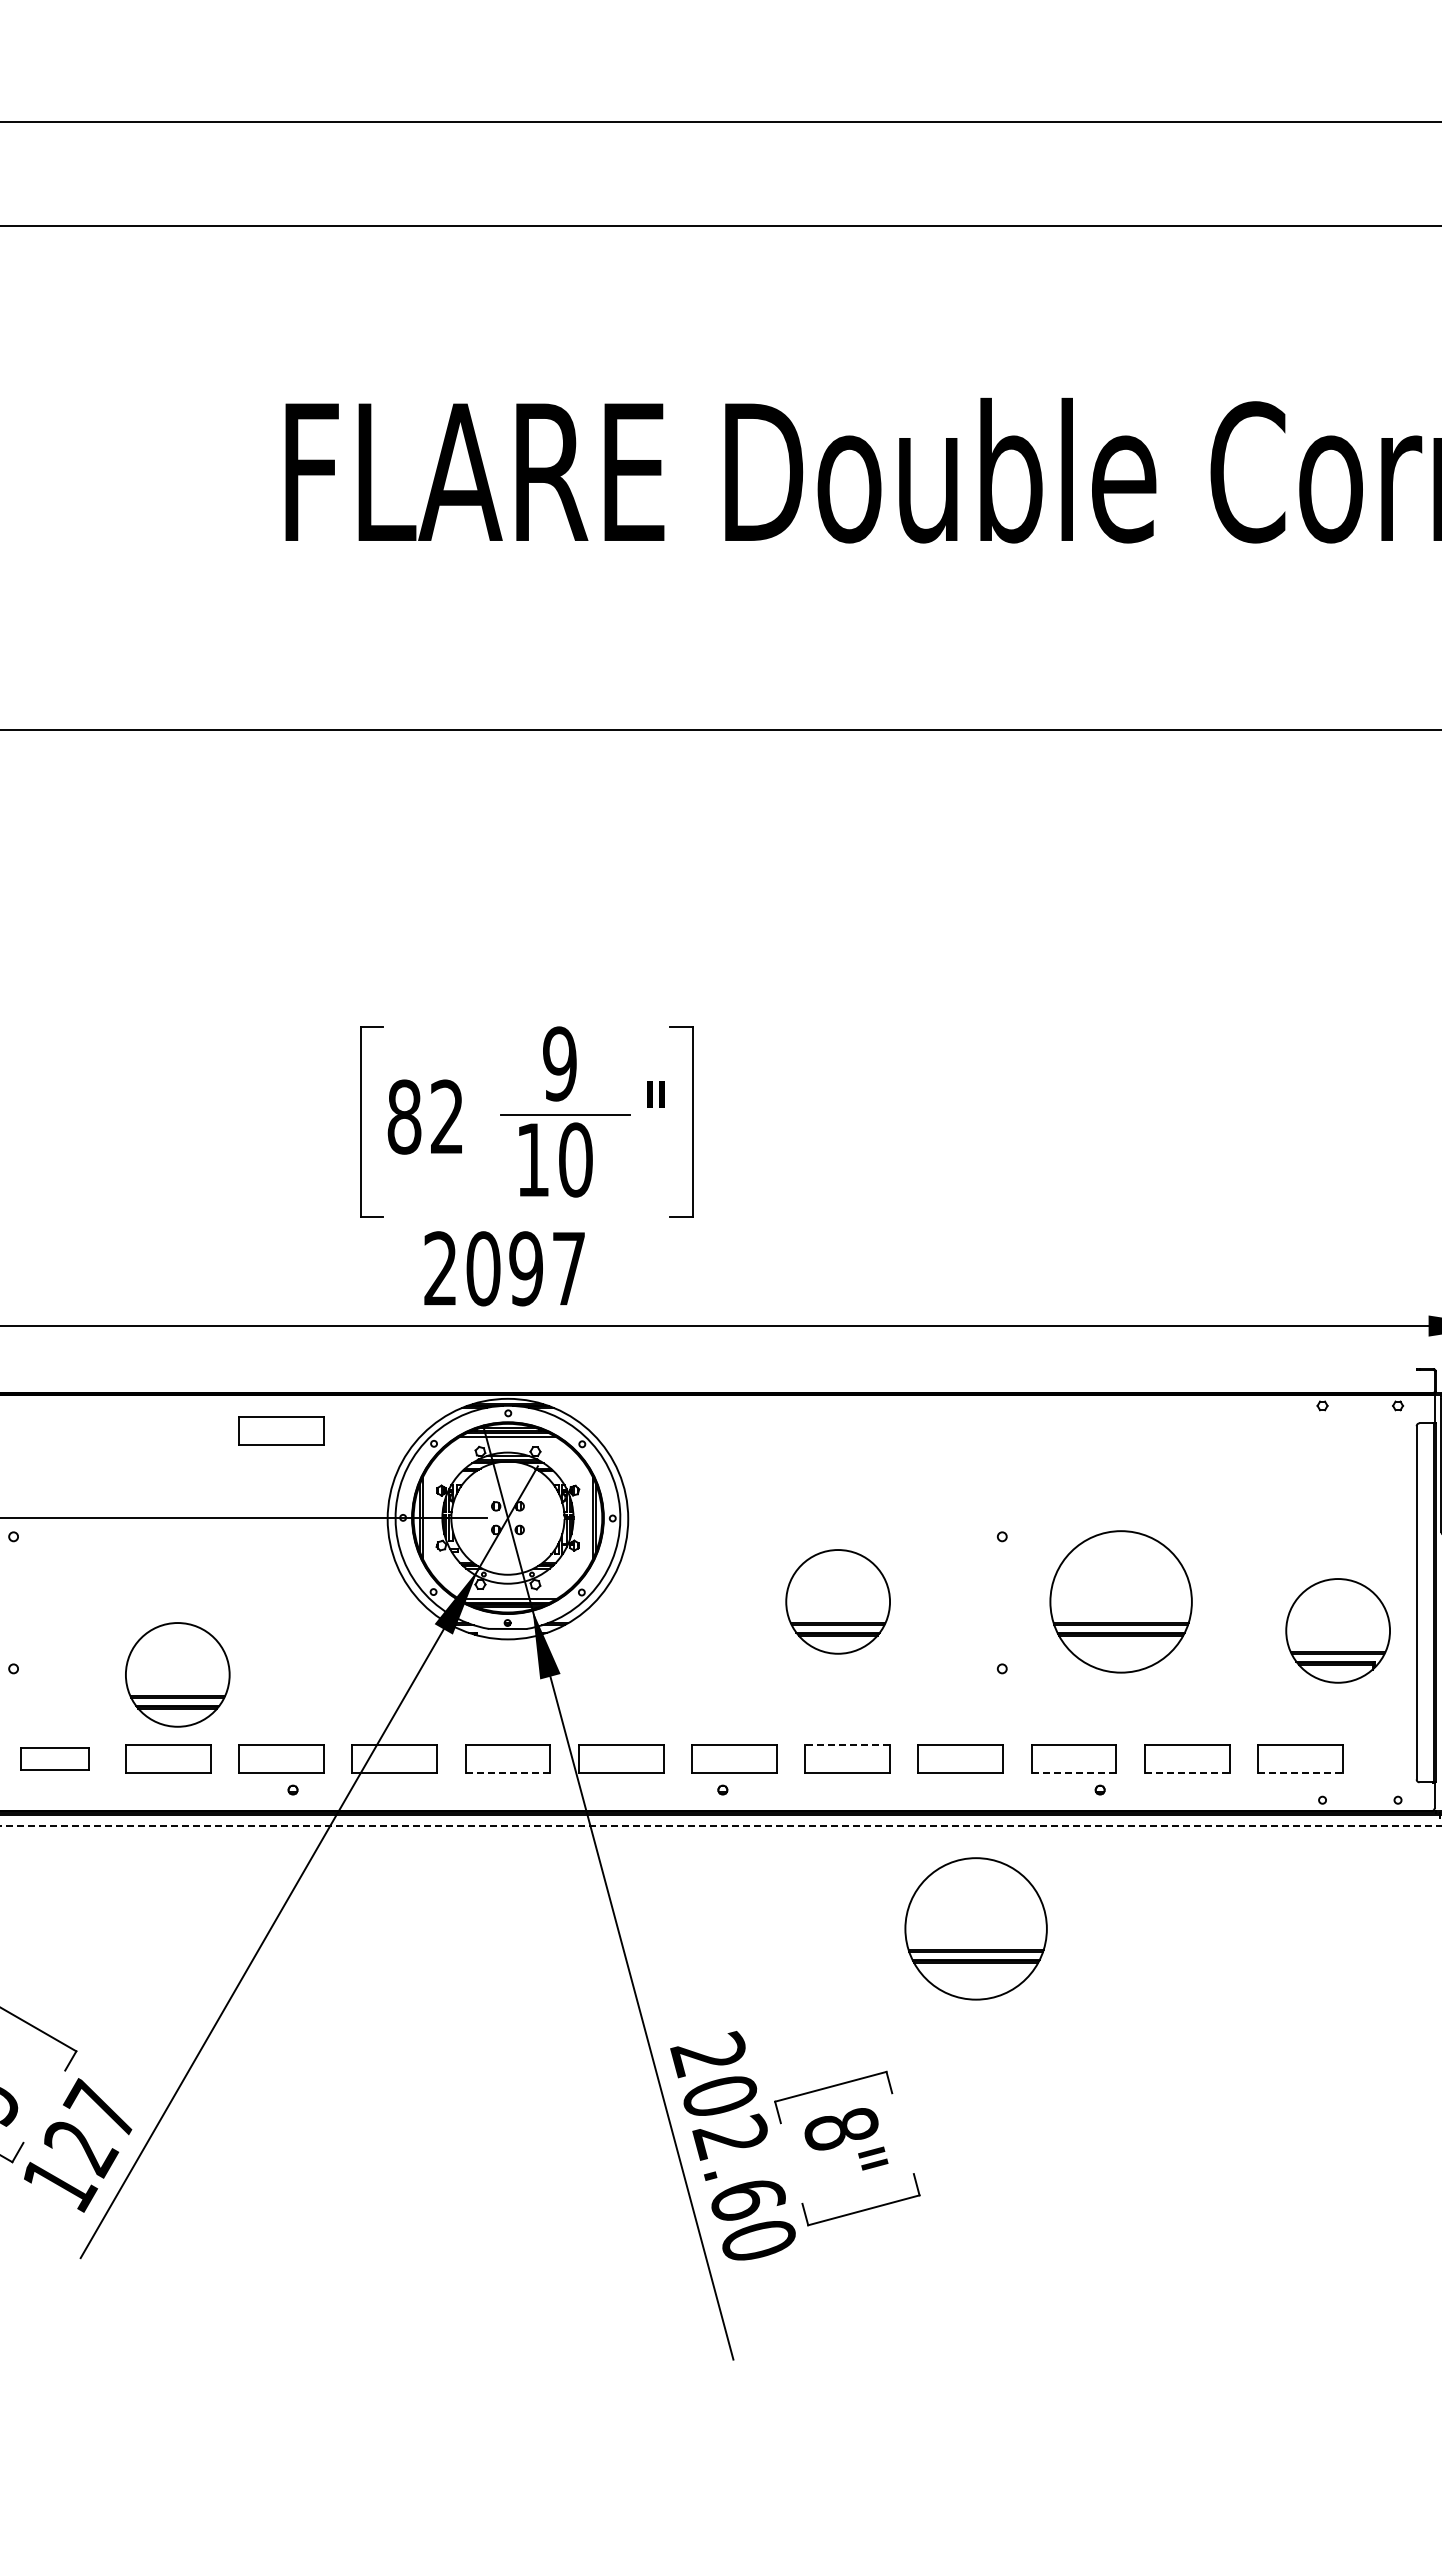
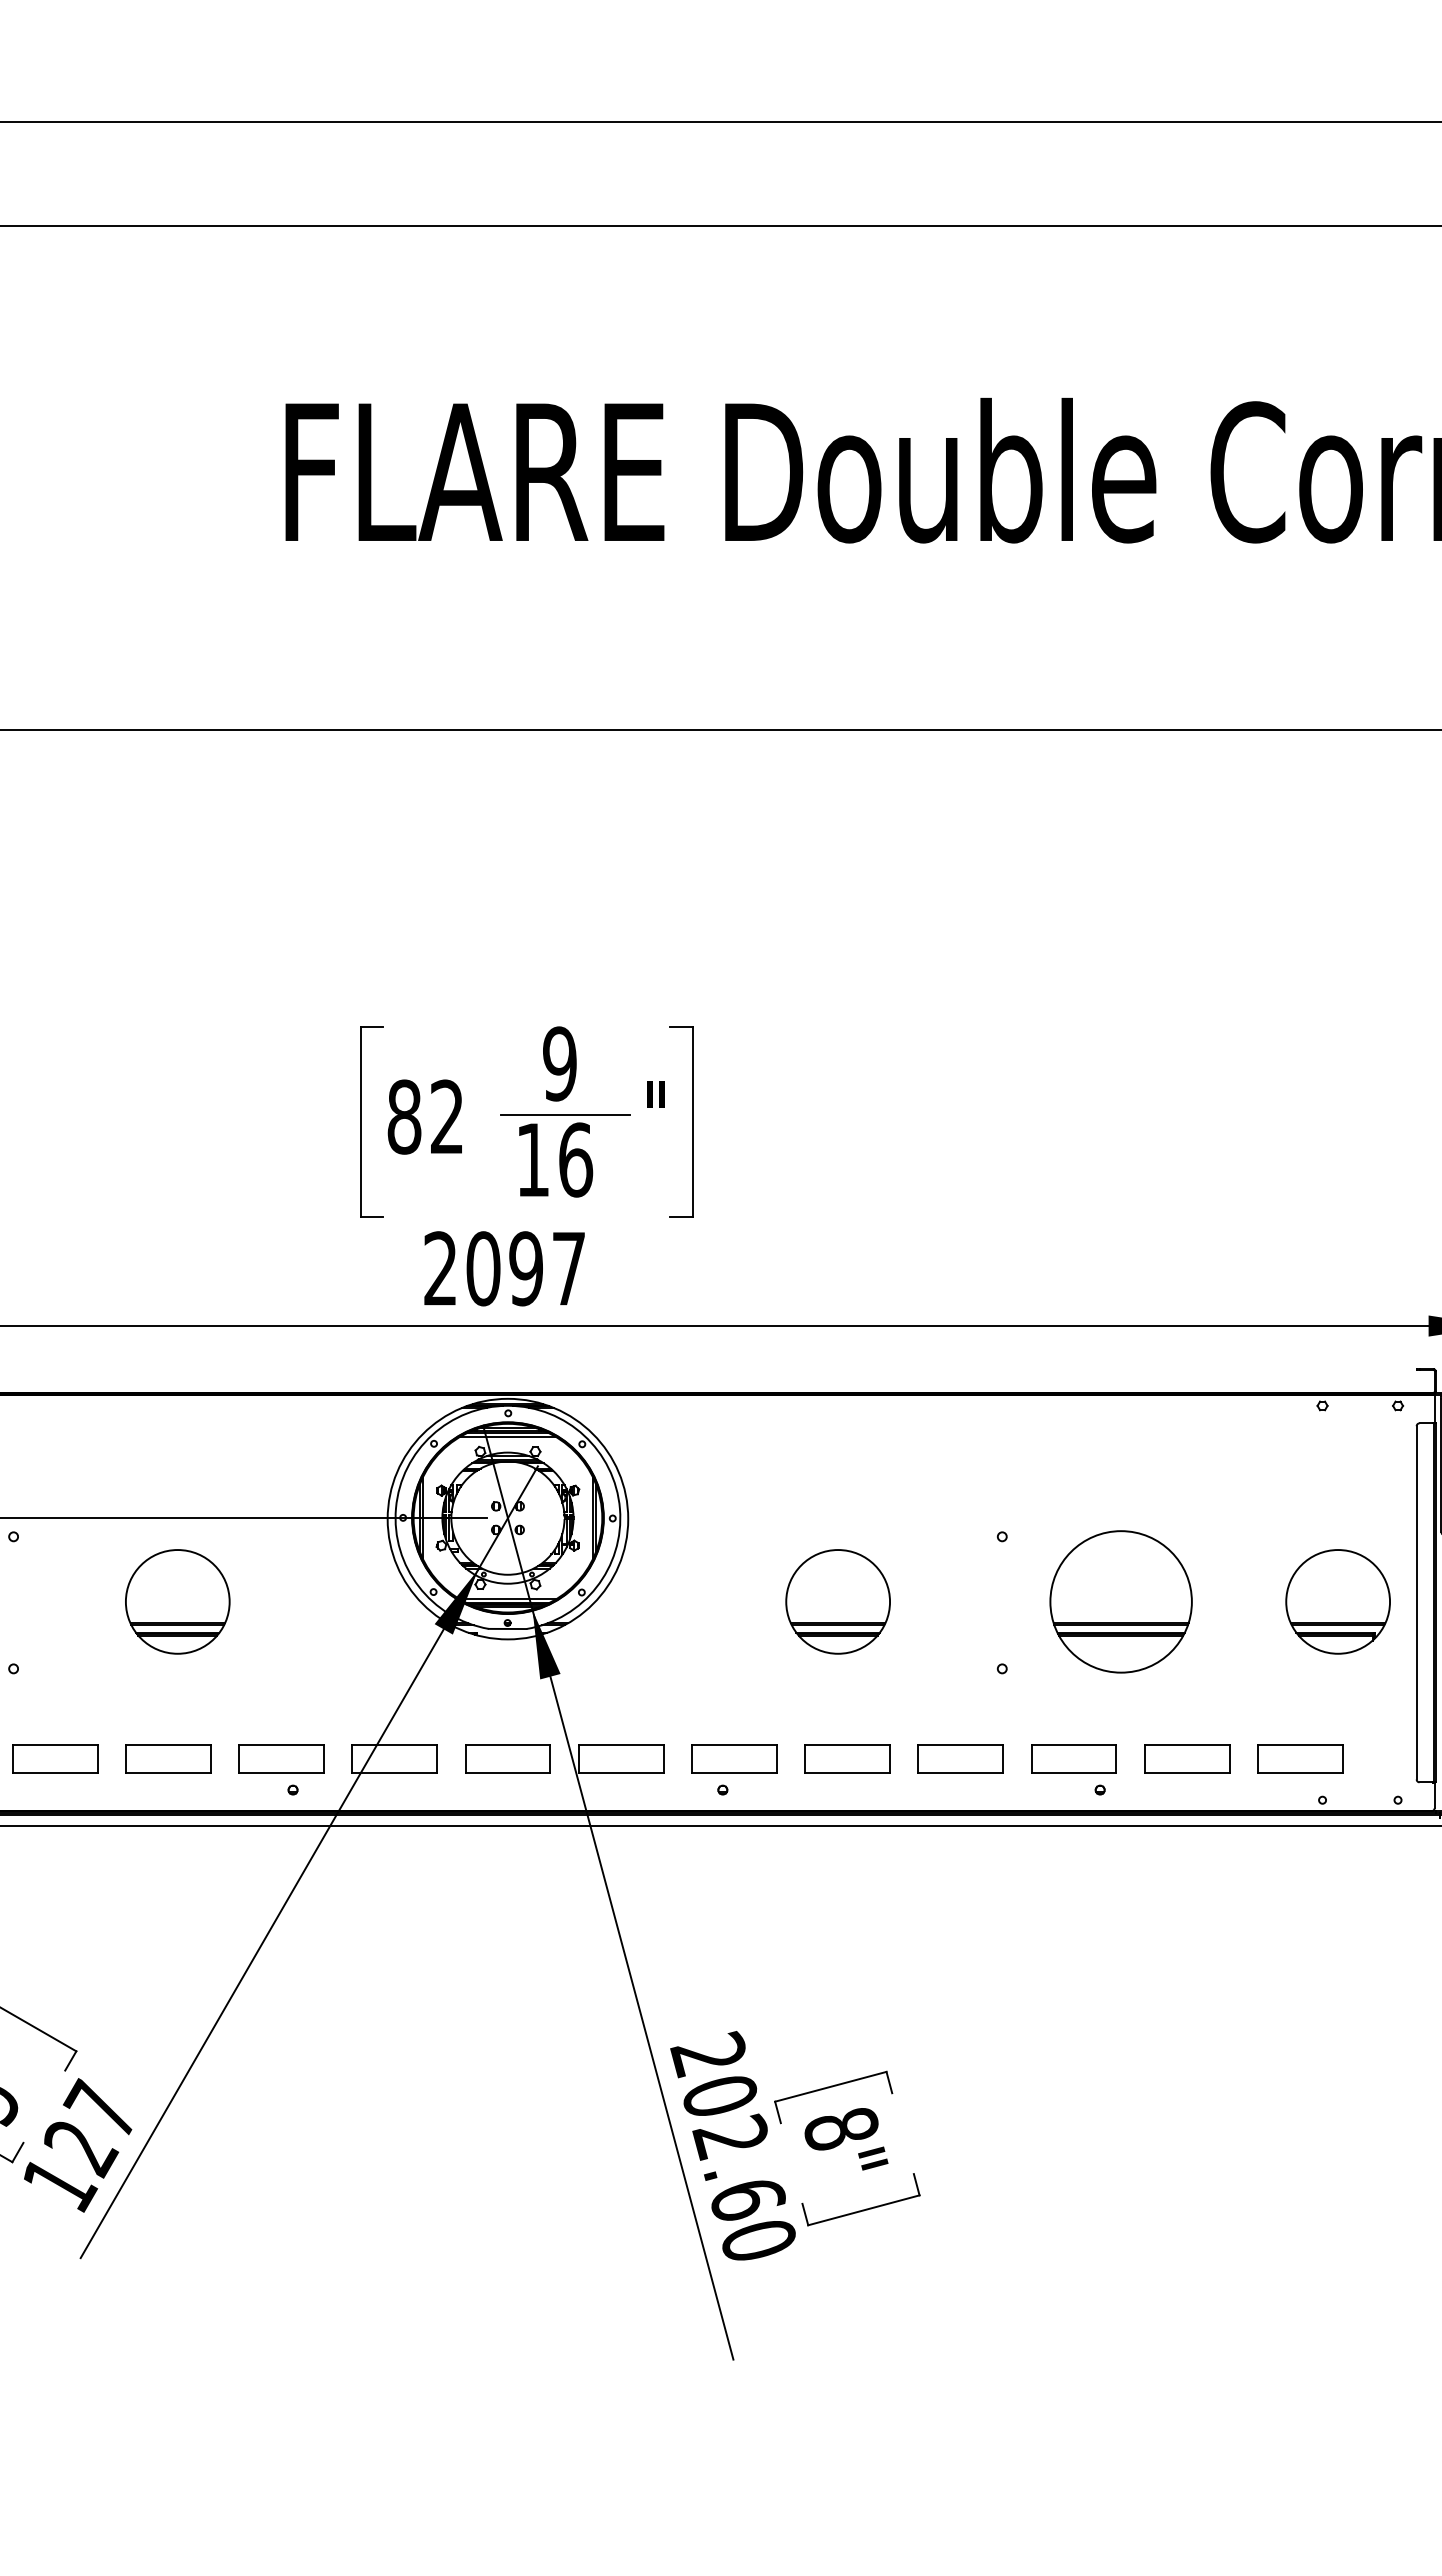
text at (576, 1159): 10 -> 16
part at (281, 1430): present -> none
part at (1337, 1630) position: (1337, 1630) -> (1337, 1601)
part at (177, 1674) position: (177, 1674) -> (177, 1601)
line at (847, 1745): dashed -> solid
part at (54, 1758) size: 70x24 px -> 87x30 px
line at (508, 1773): dashed -> solid
line at (1074, 1773): dashed -> solid
line at (1187, 1773): dashed -> solid
line at (1300, 1773): dashed -> solid
line at (720, 1825): dashed -> solid
part at (975, 1928): present -> none
